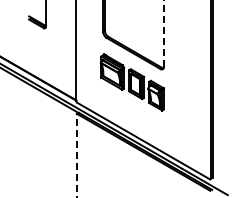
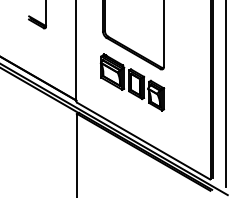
line at (163, 33): dashed -> solid
line at (225, 94): none -> present
line at (76, 155): dashed -> solid
